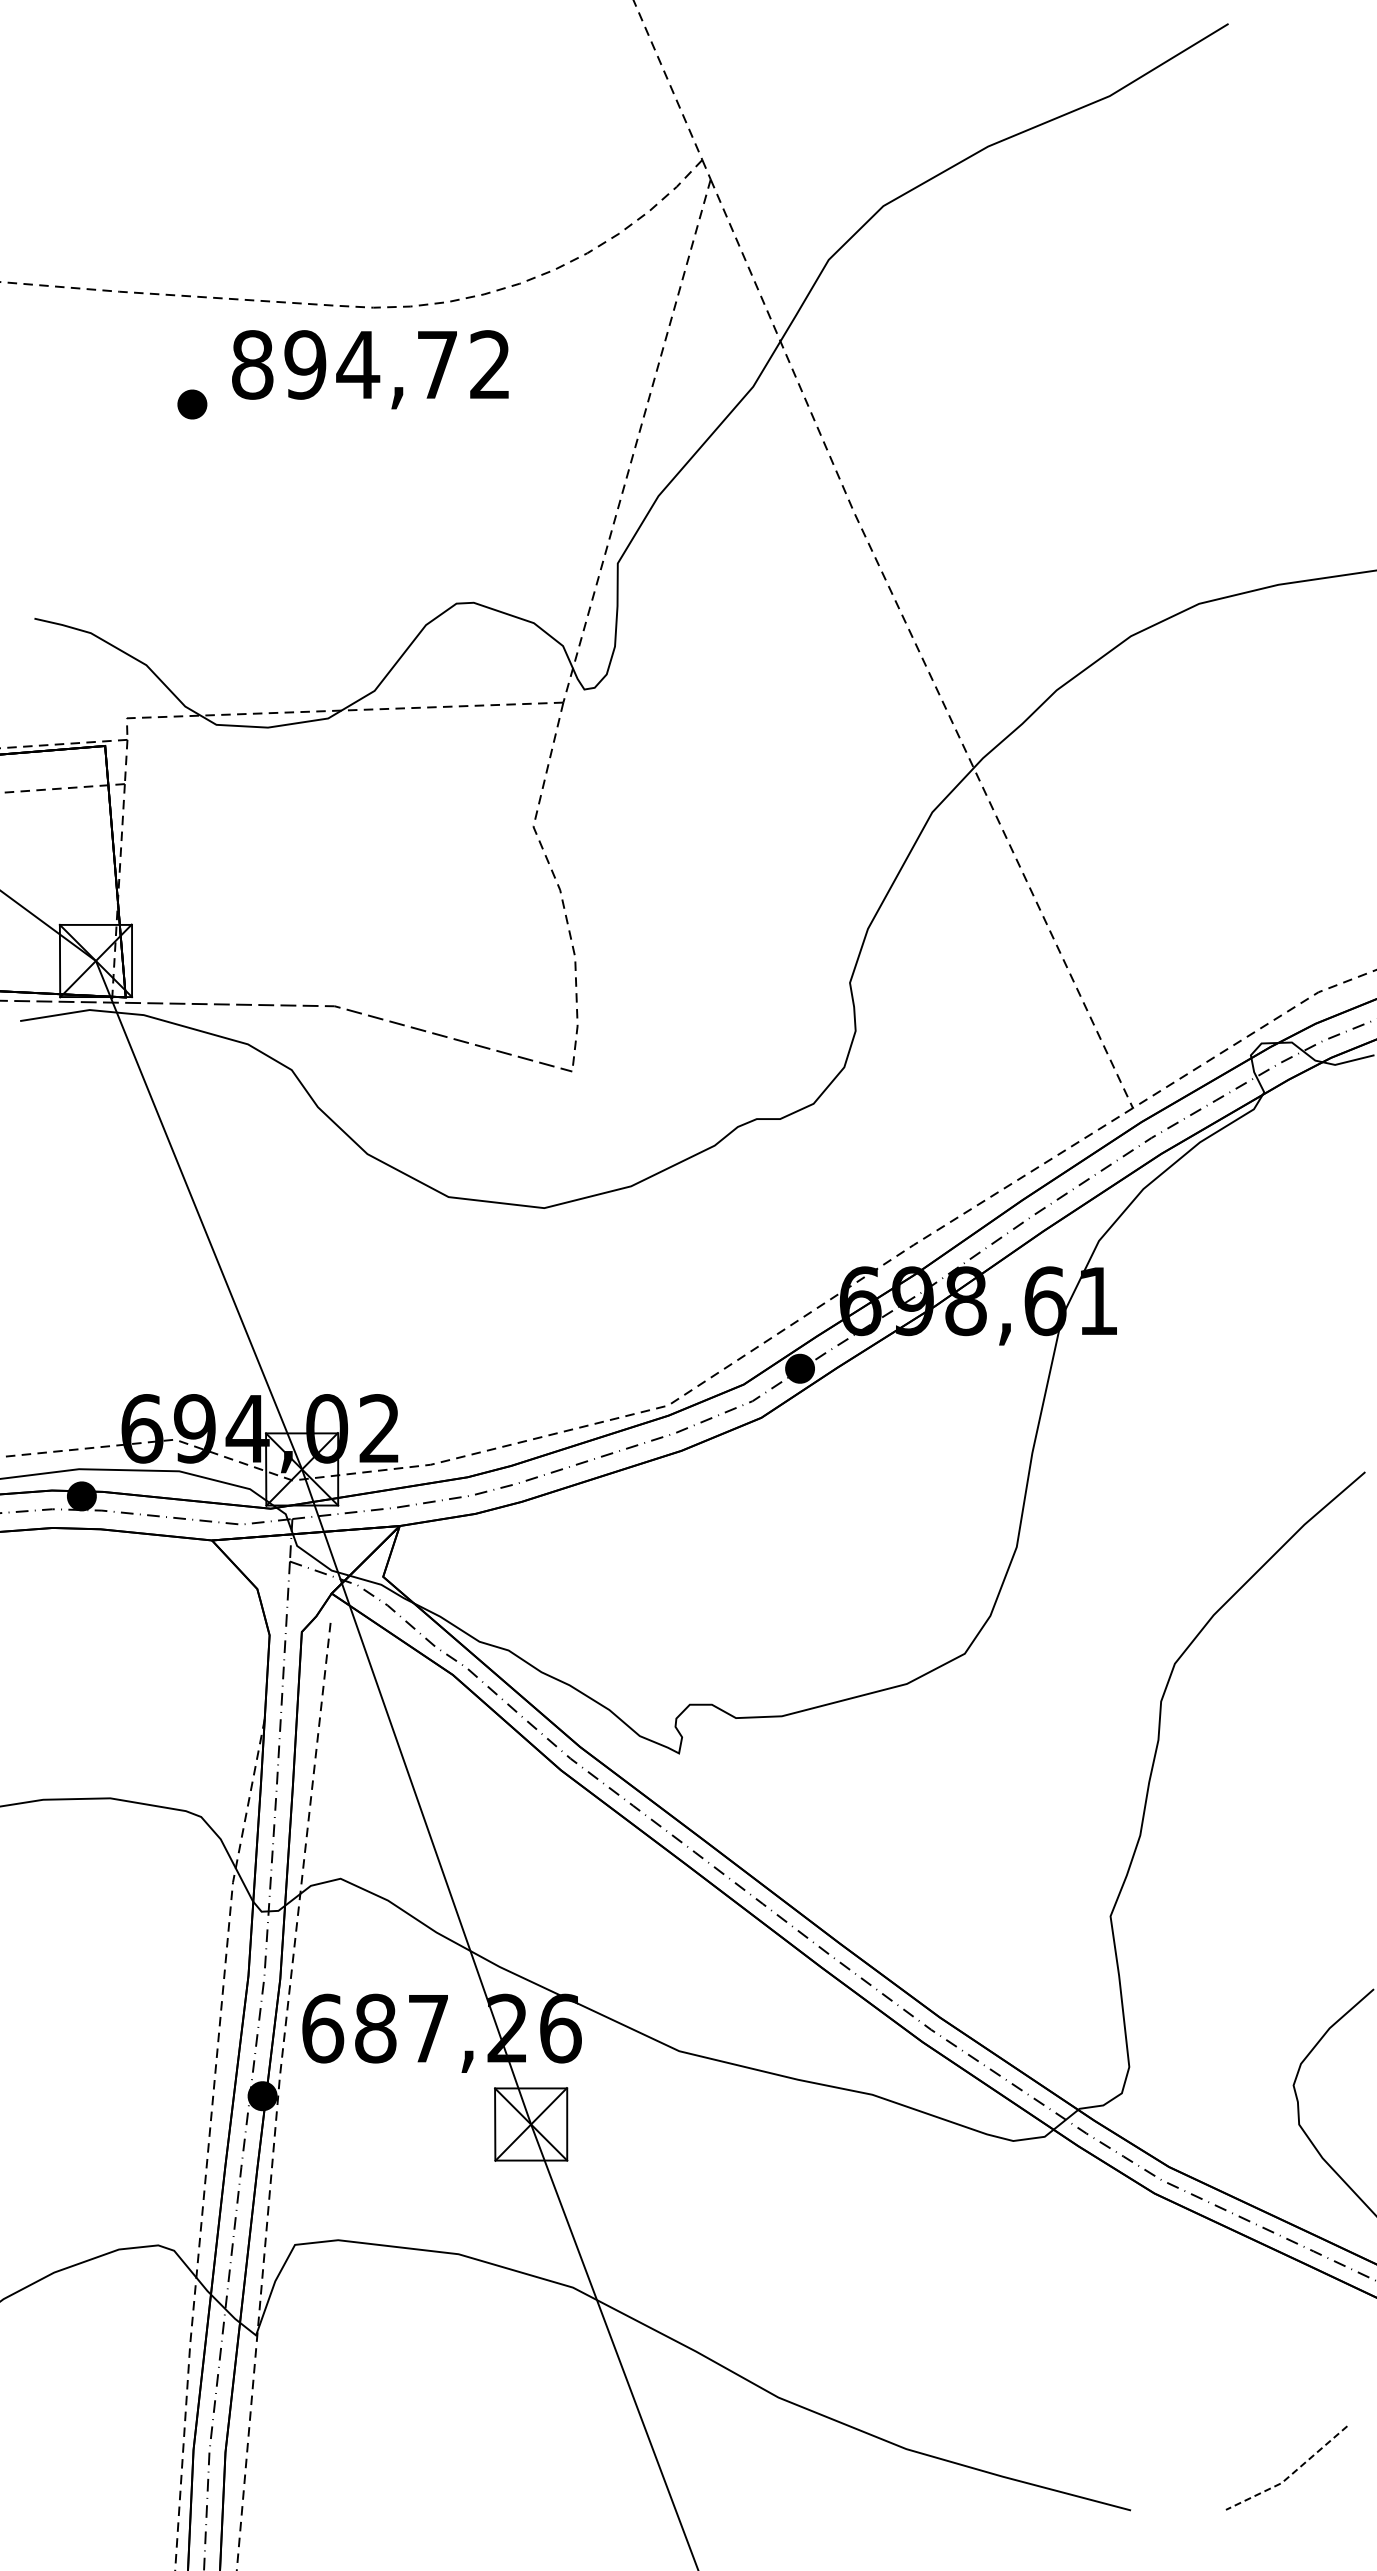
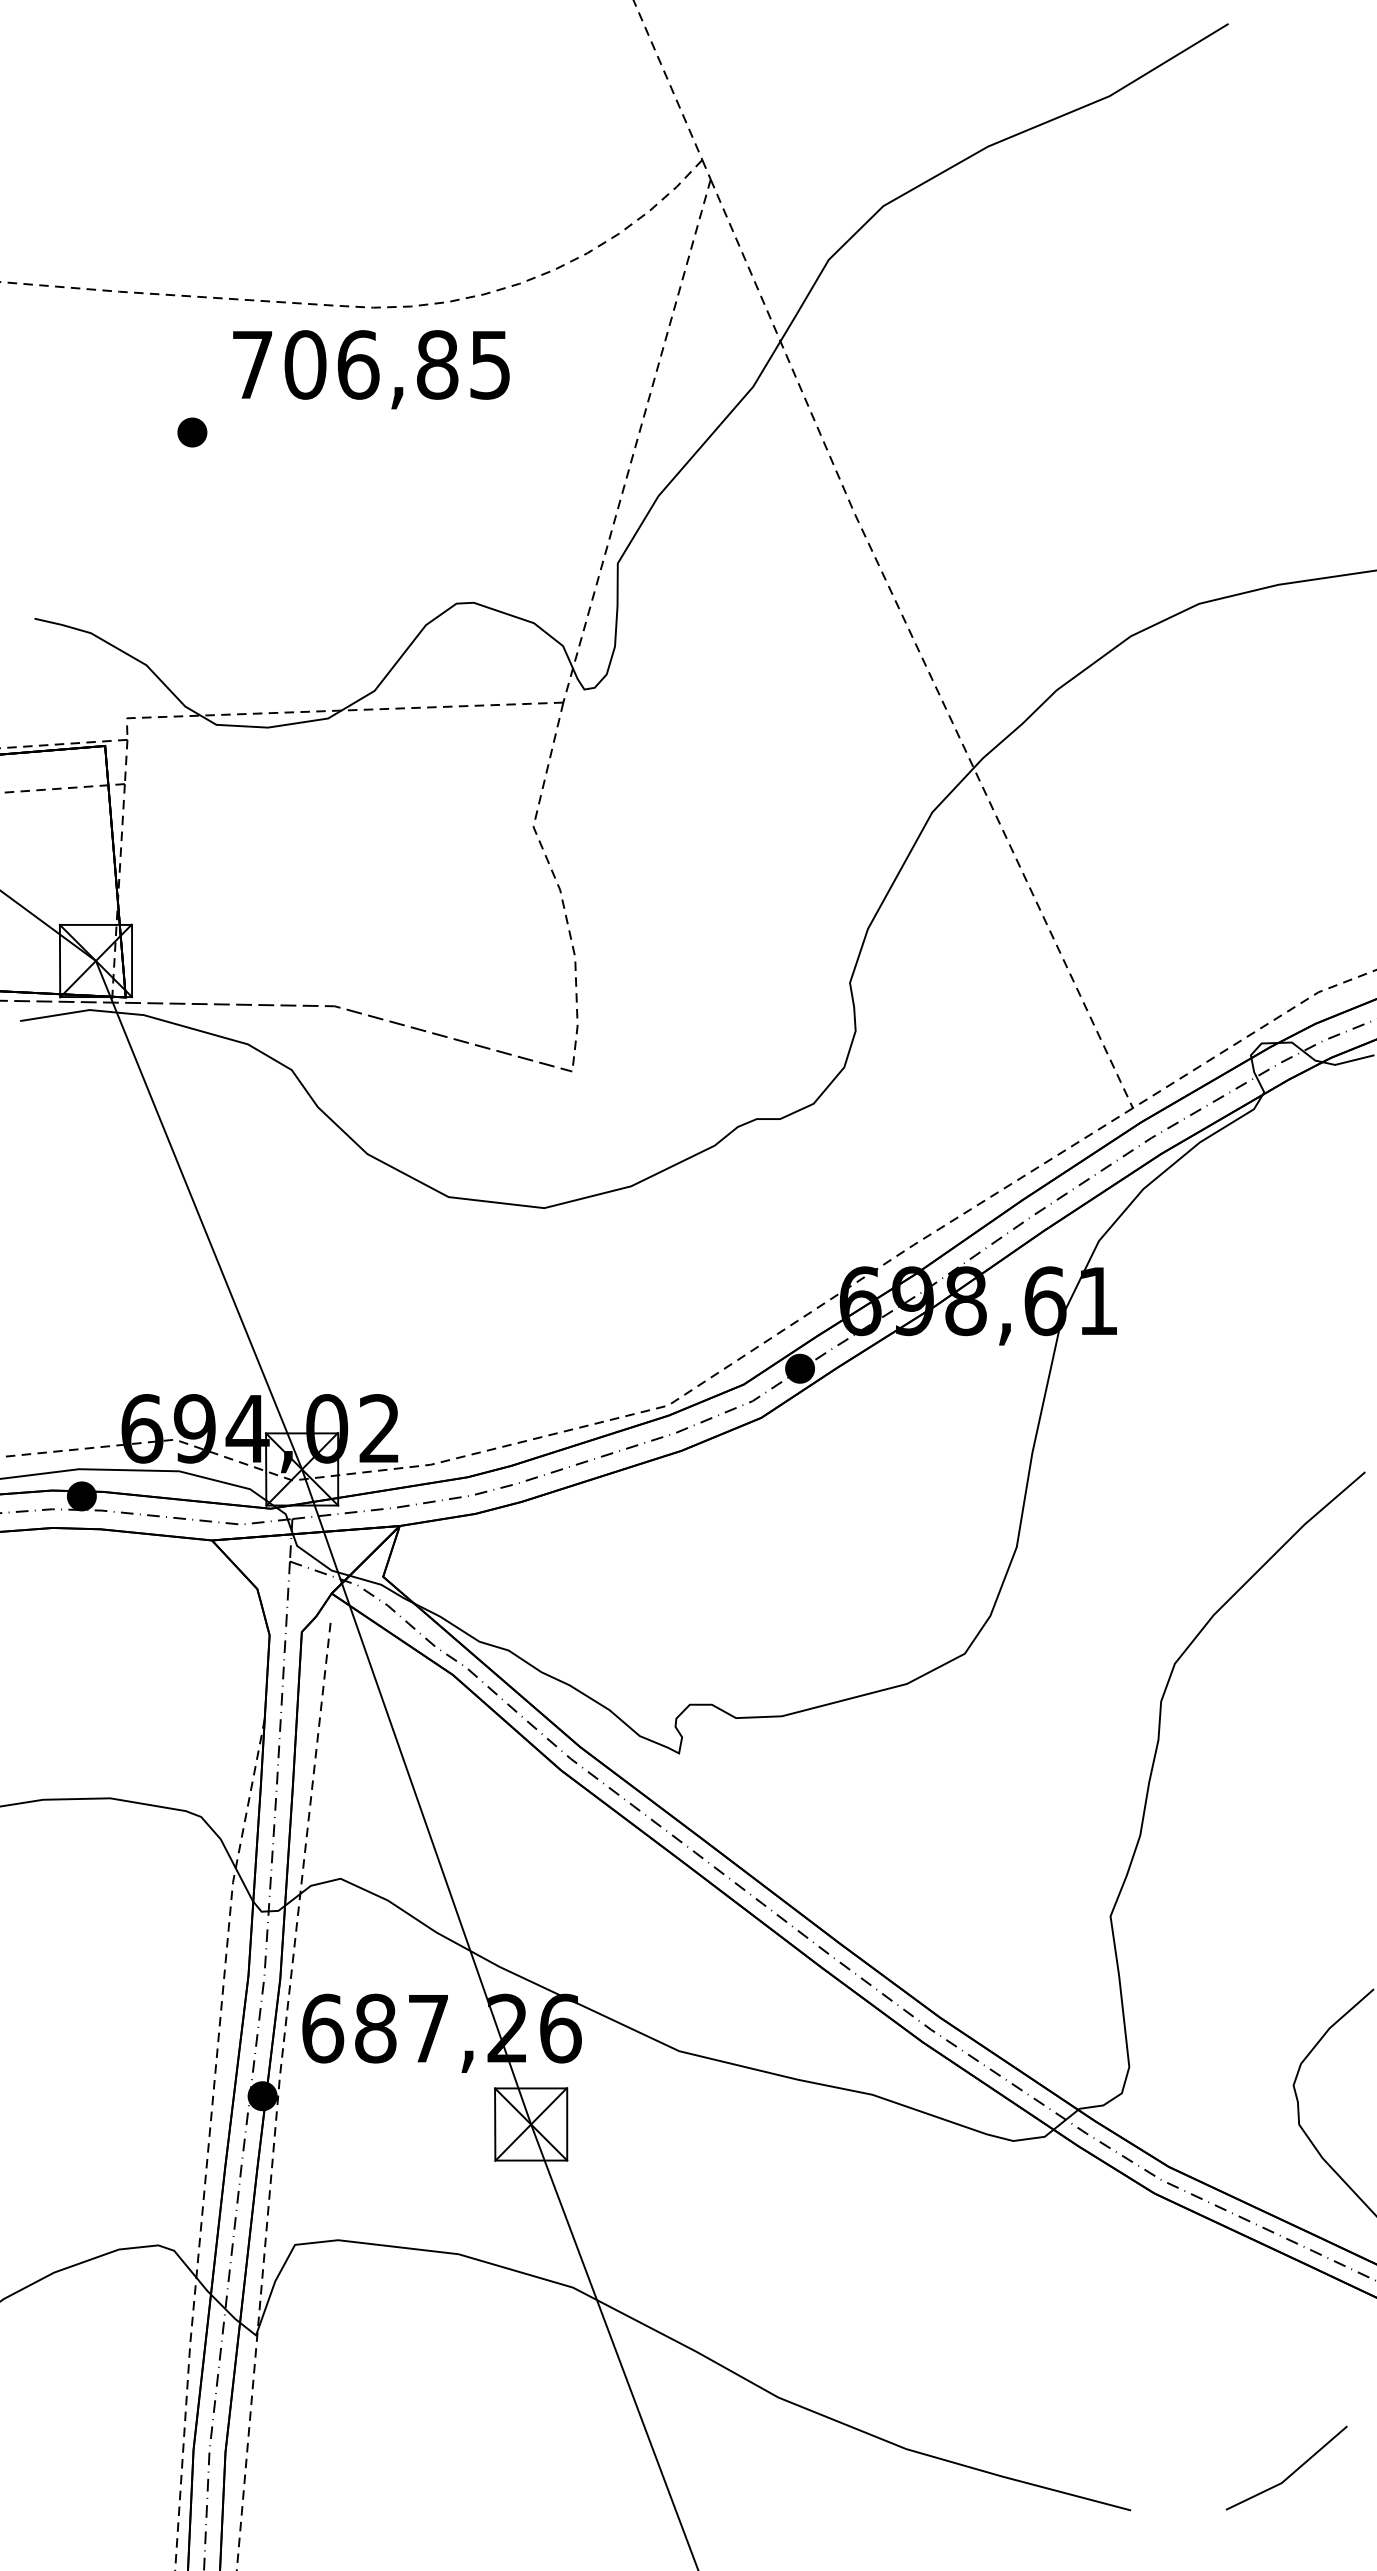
text at (370, 364): 894,72 -> 706,85
part at (192, 404) position: (192, 404) -> (192, 432)
line at (1290, 2475): dashed -> solid
